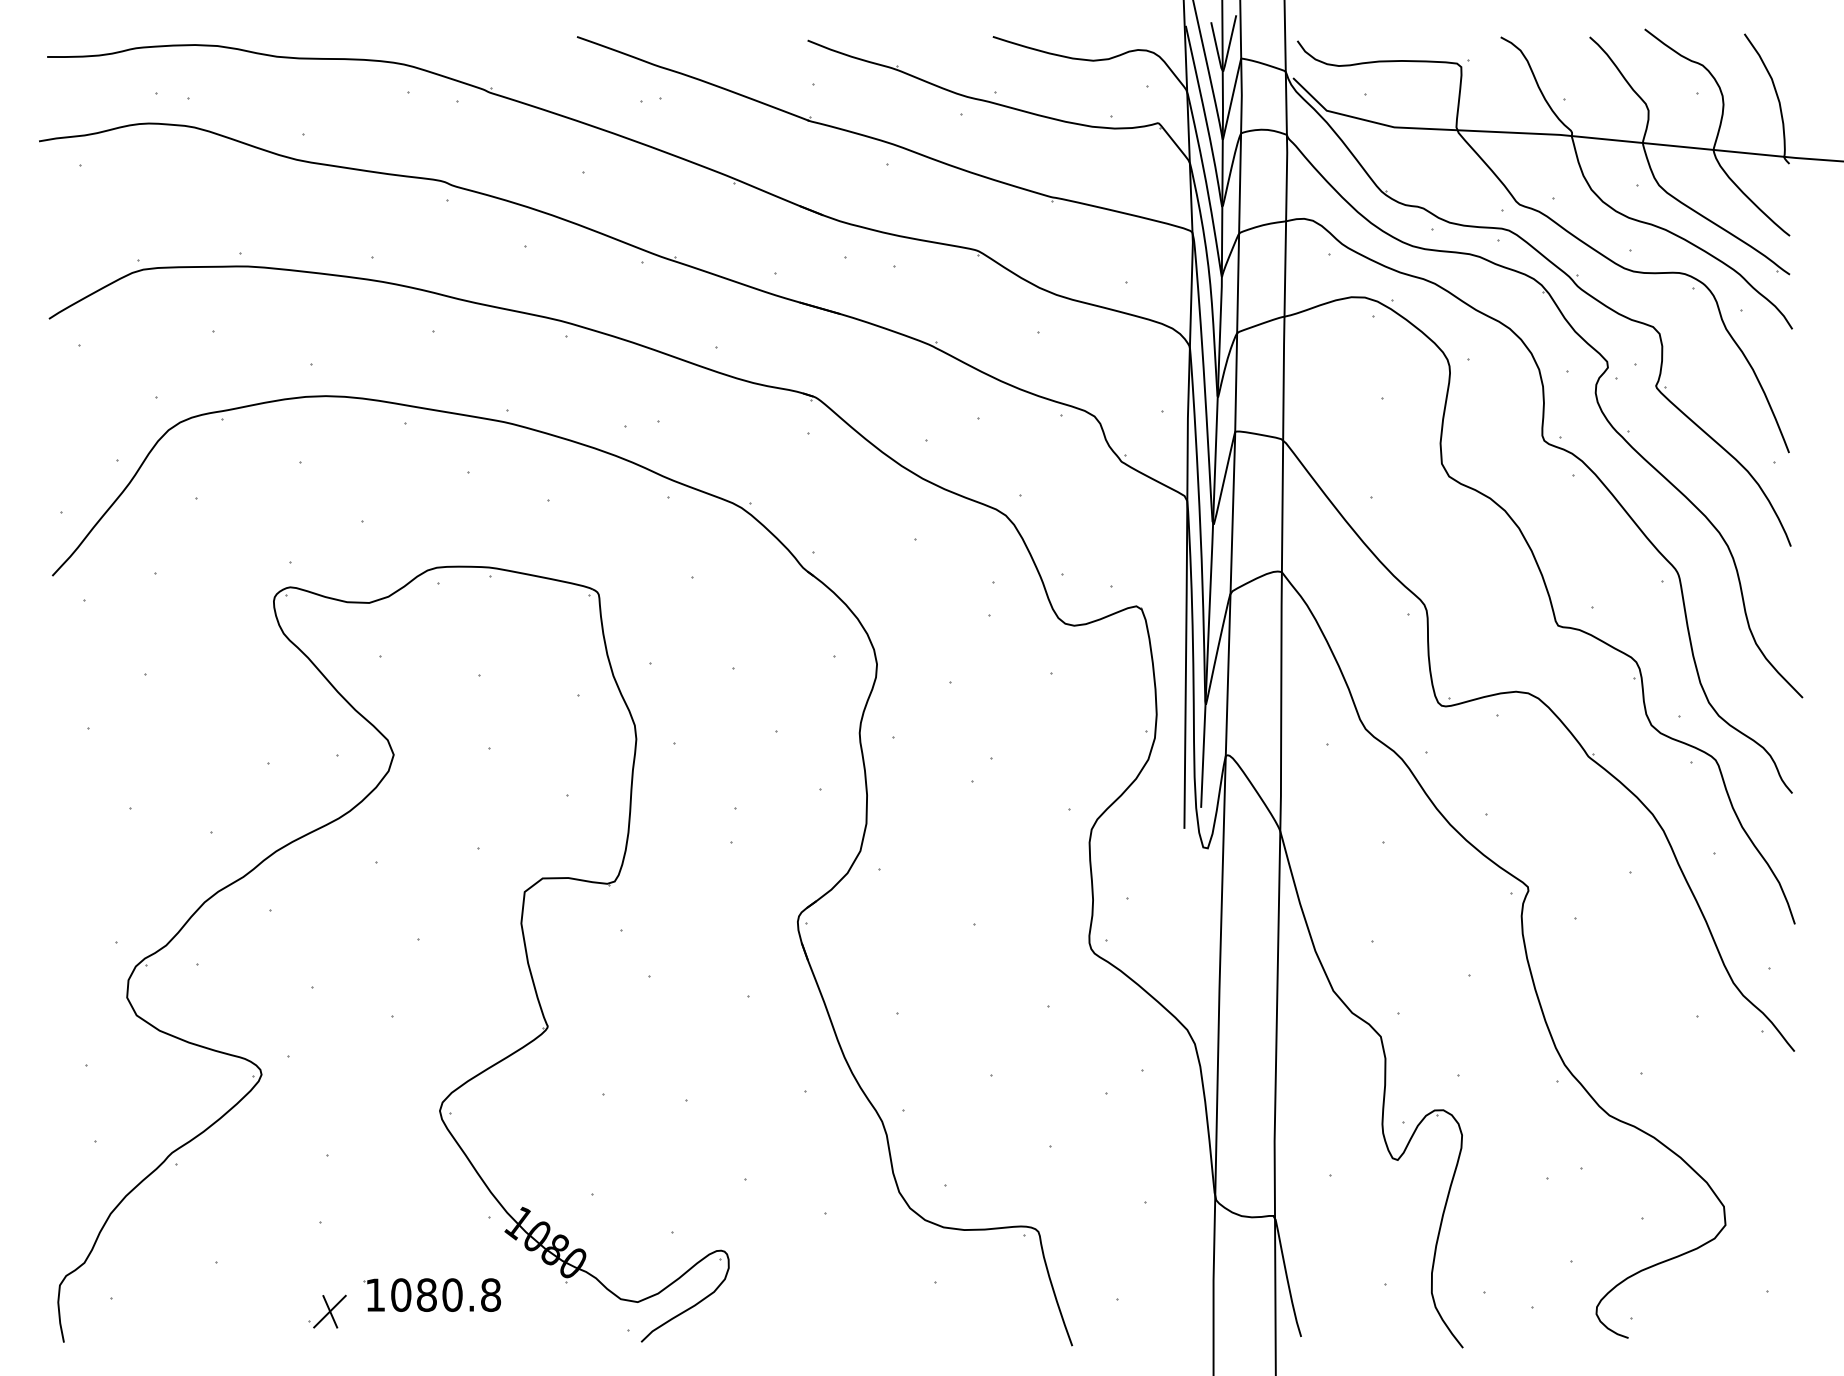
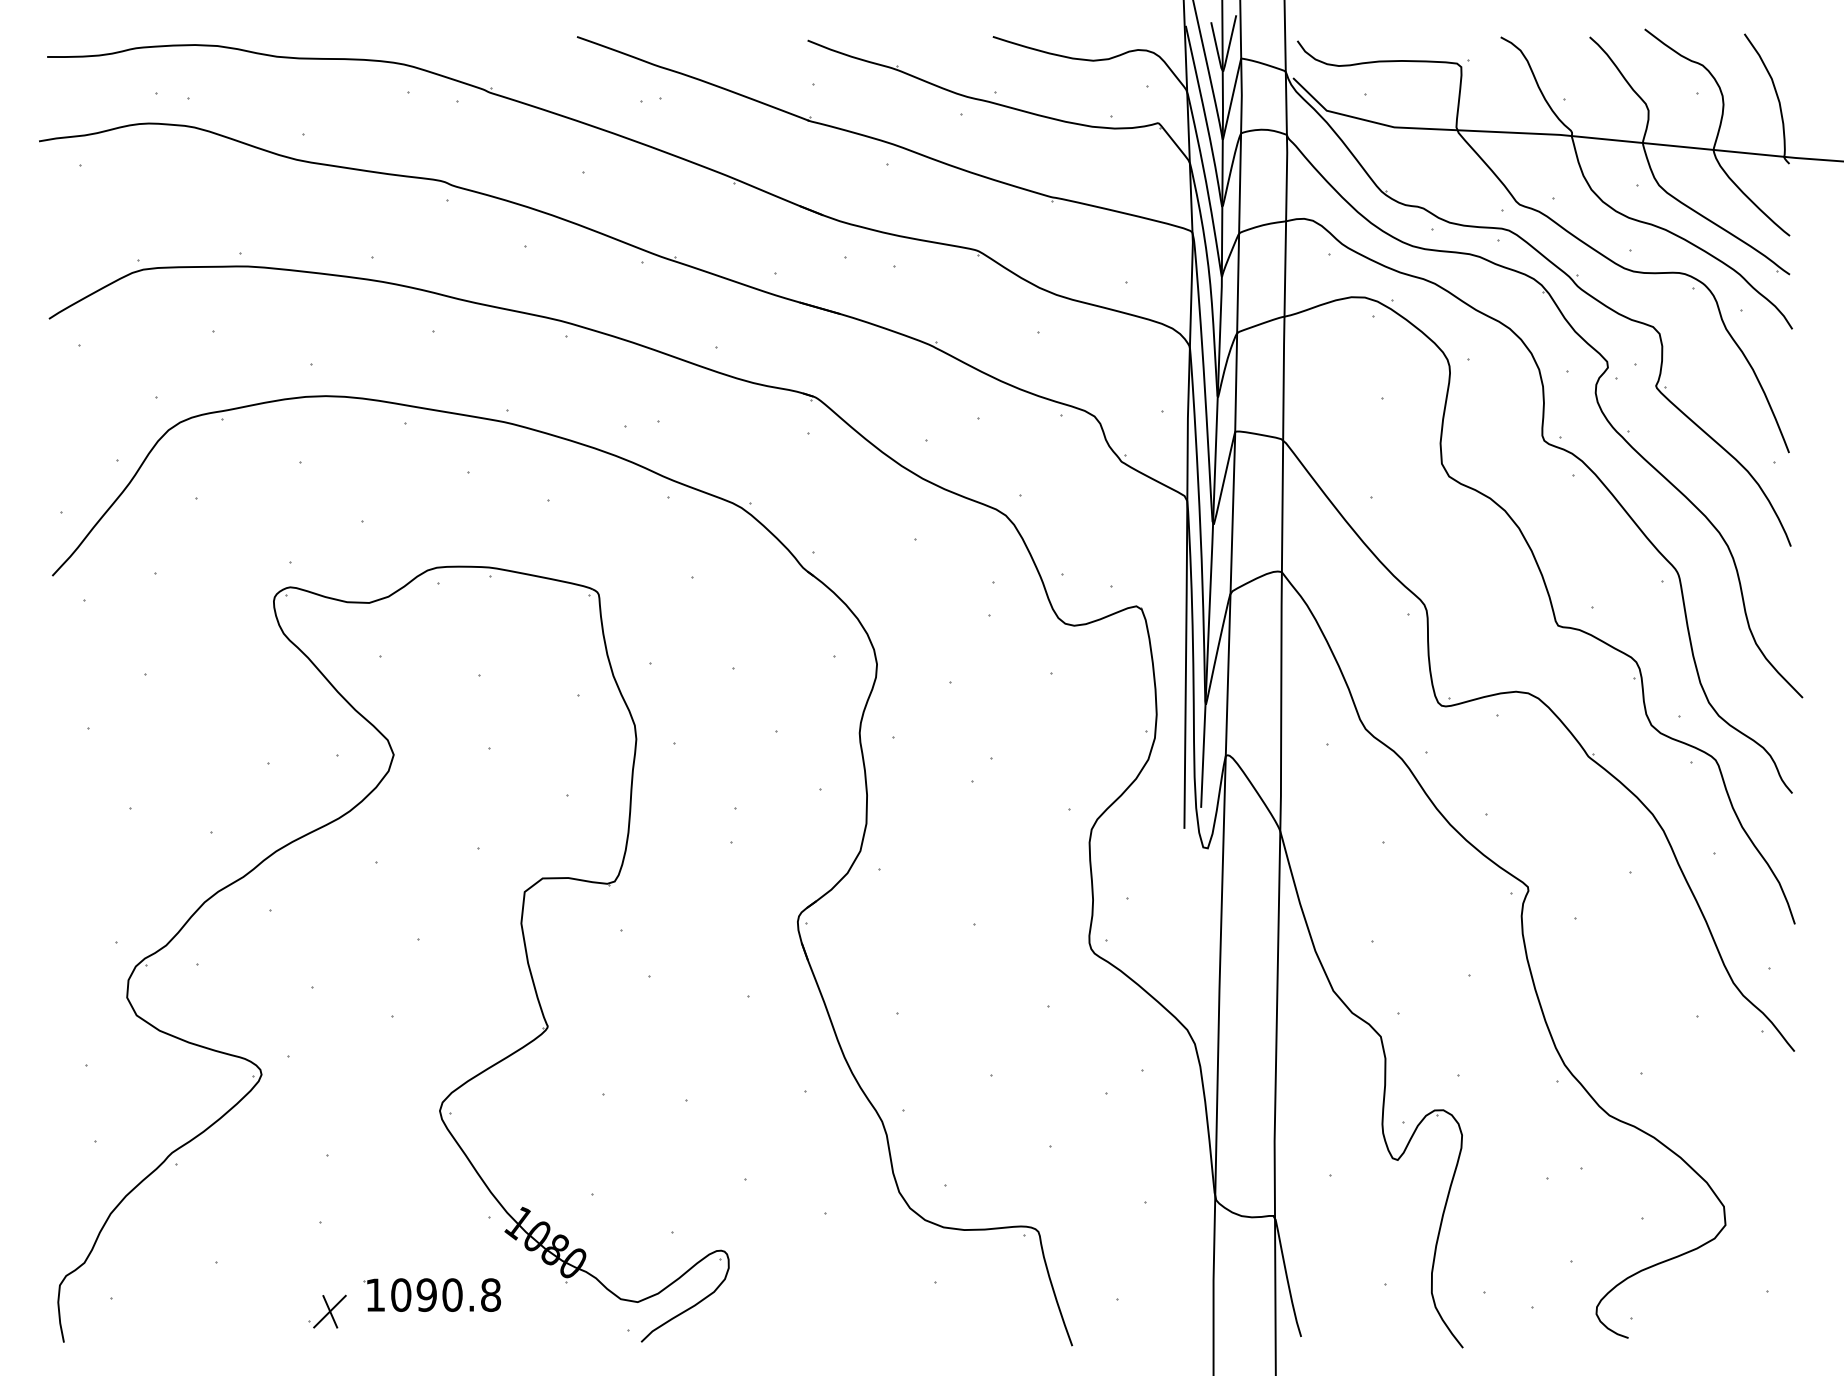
text at (426, 1294): 1080.8 -> 1090.8
